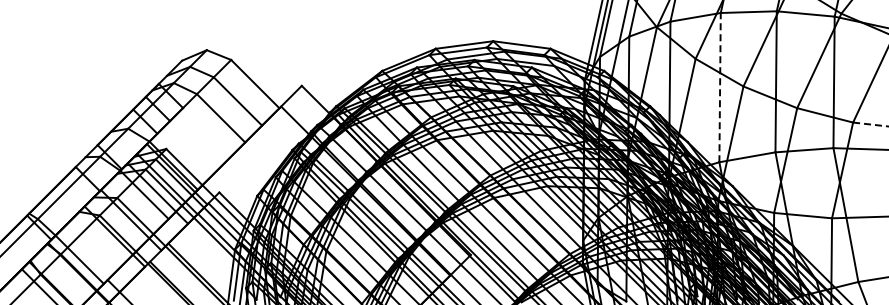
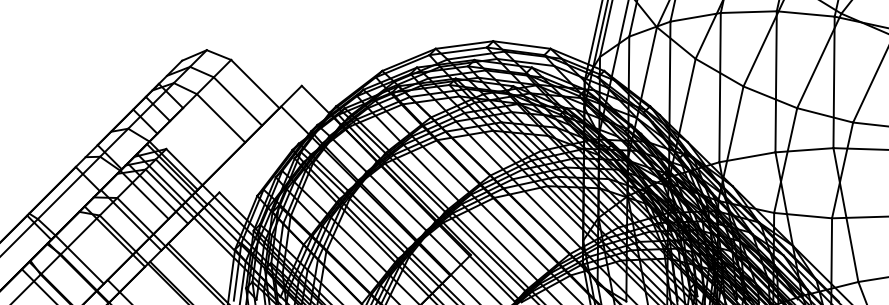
line at (720, 87): dashed -> solid
line at (870, 124): dashed -> solid
